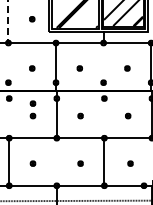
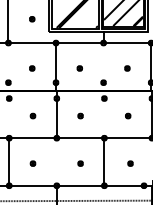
line at (8, 22): dashed -> solid
part at (32, 103): present -> none
